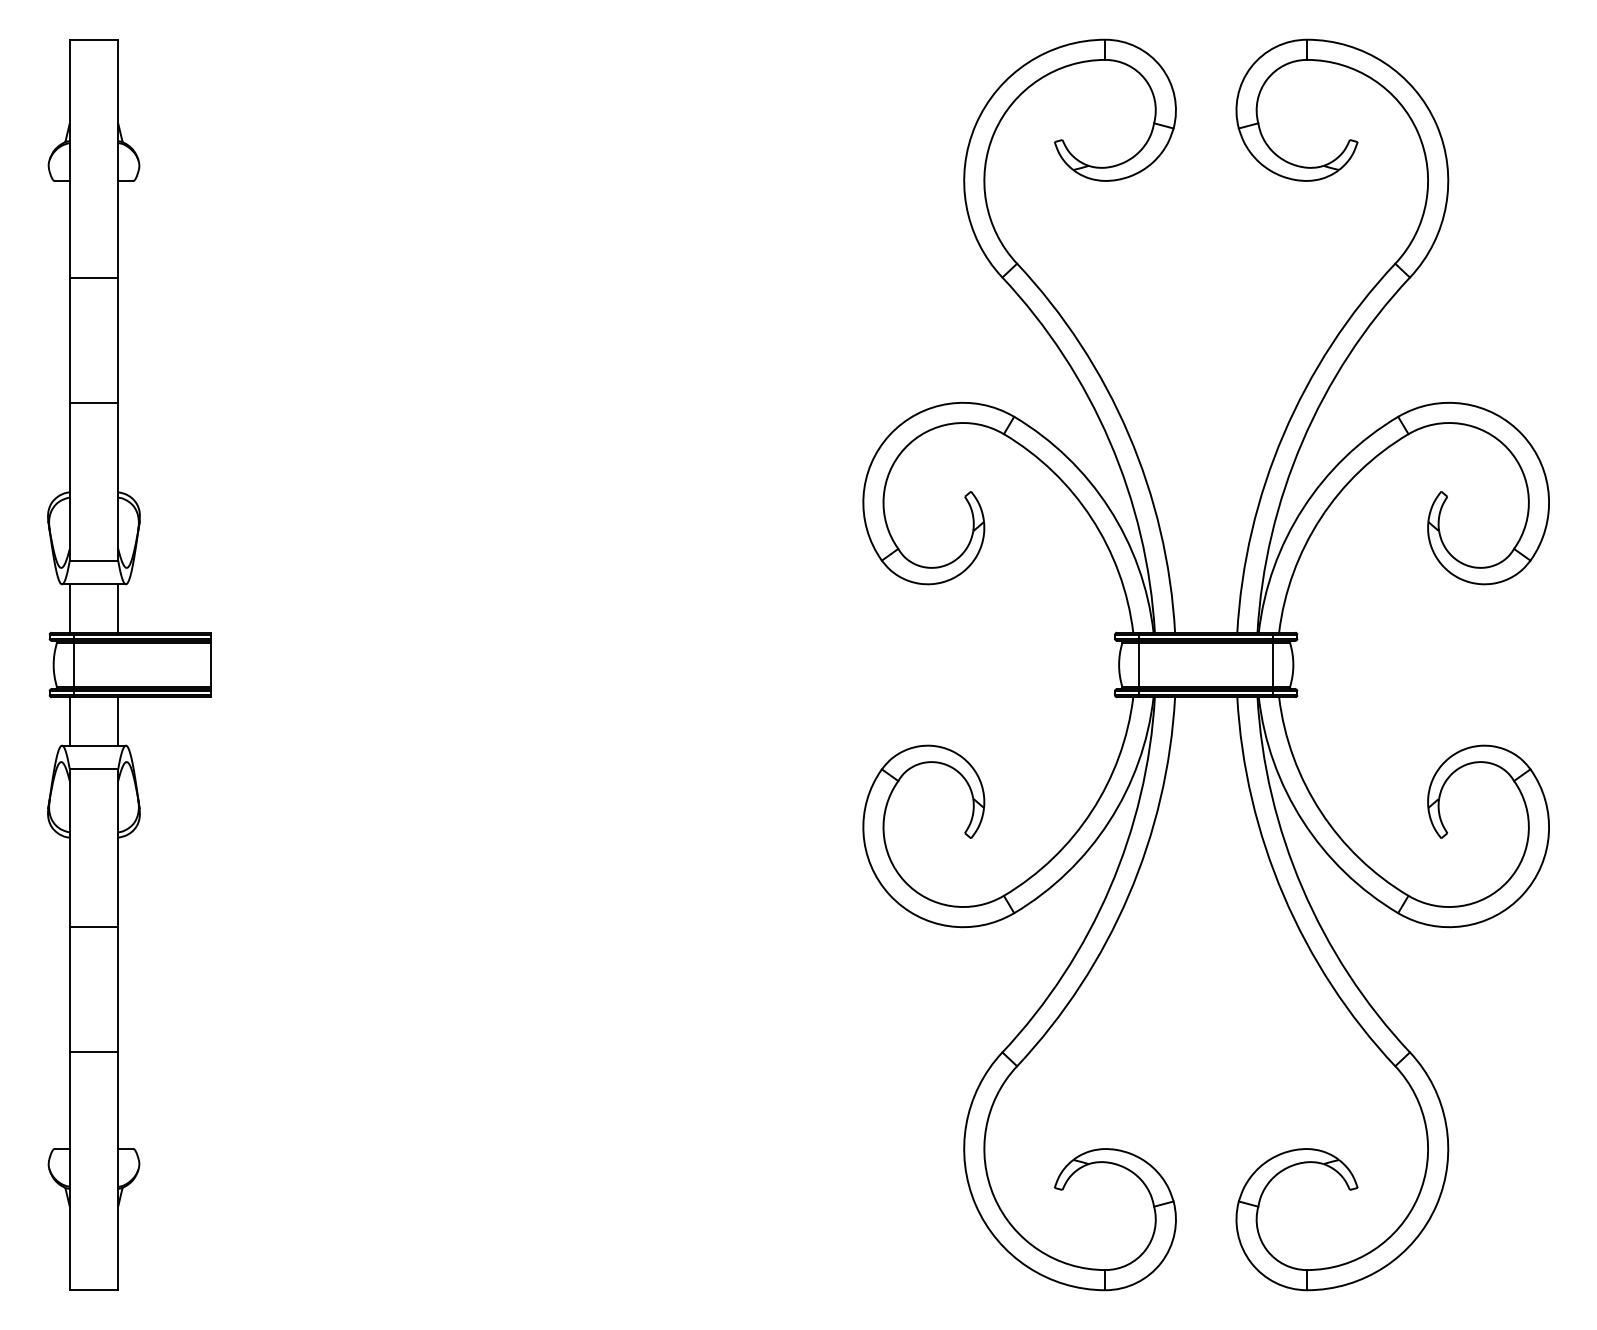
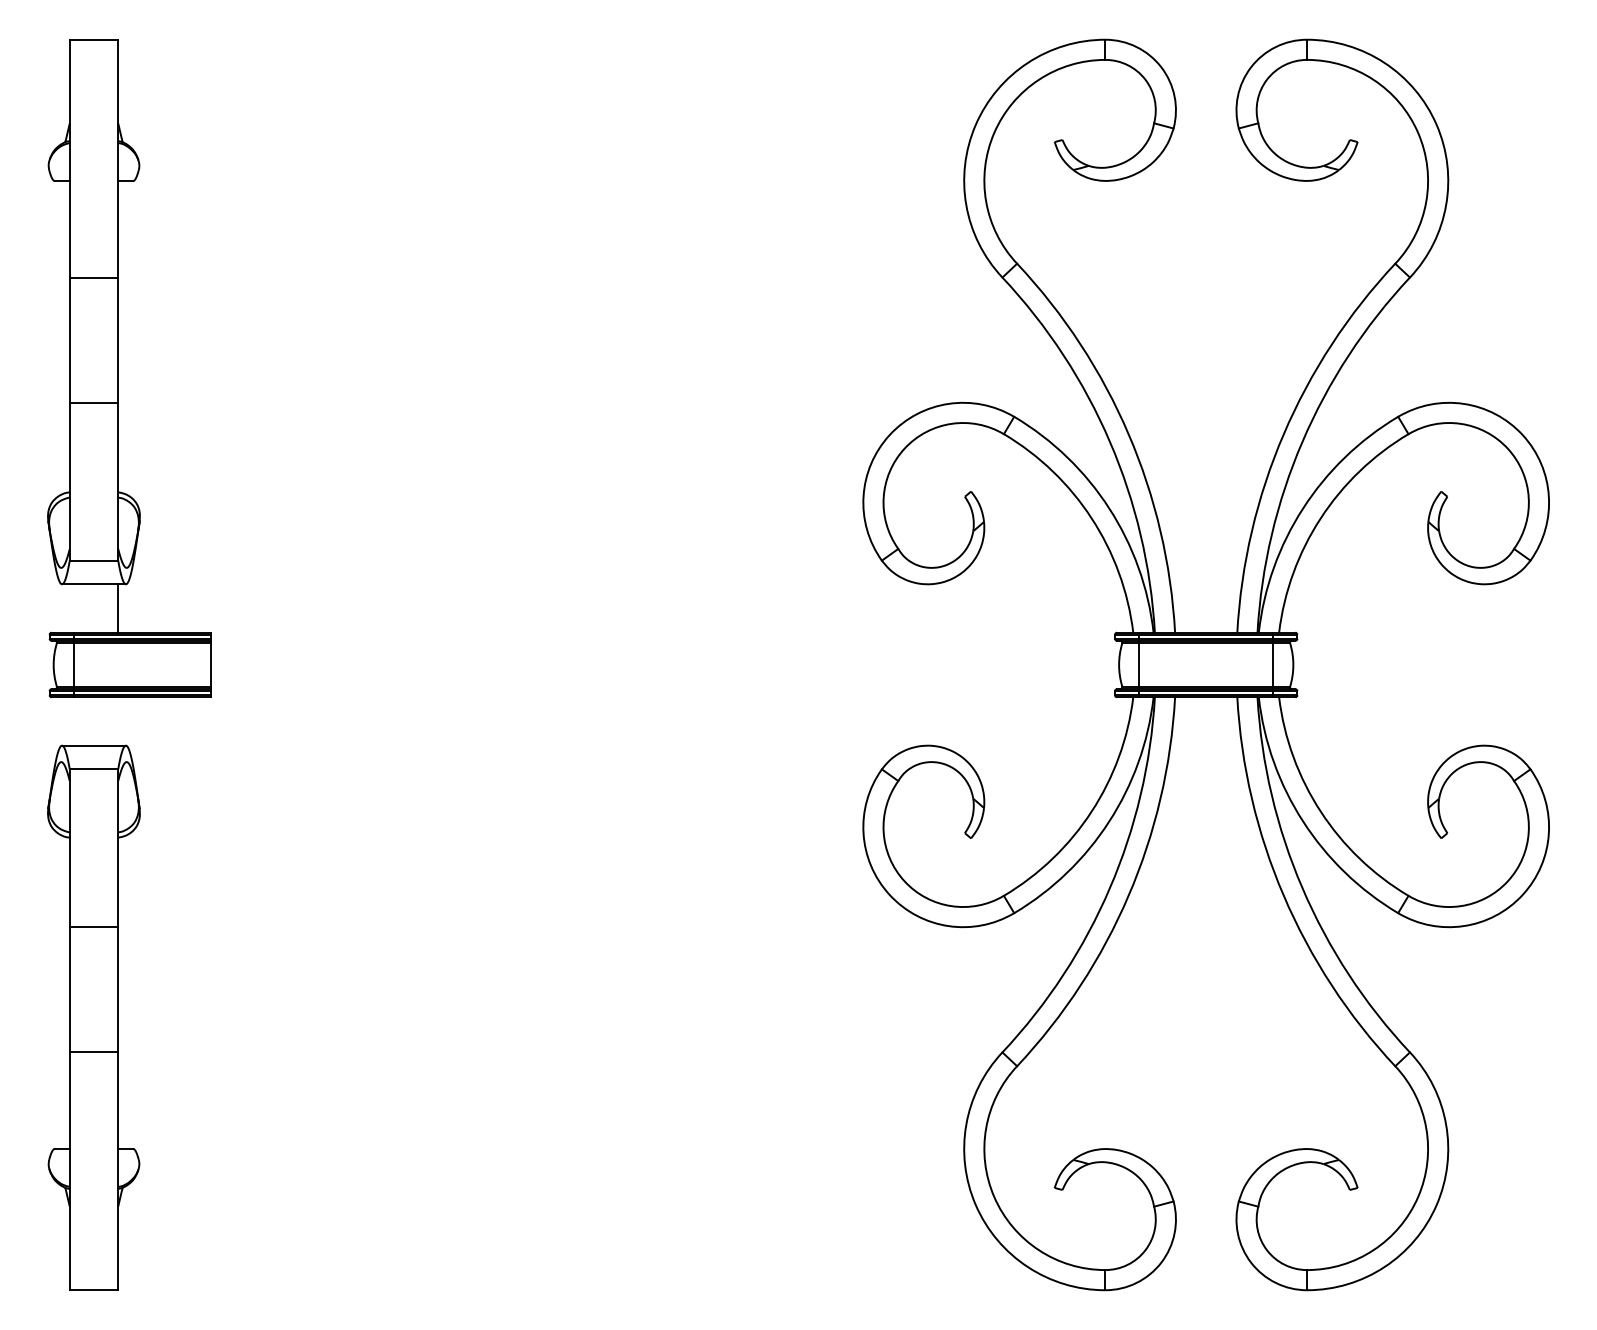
line at (69, 608): present -> none
line at (69, 721): present -> none
line at (118, 721): present -> none
